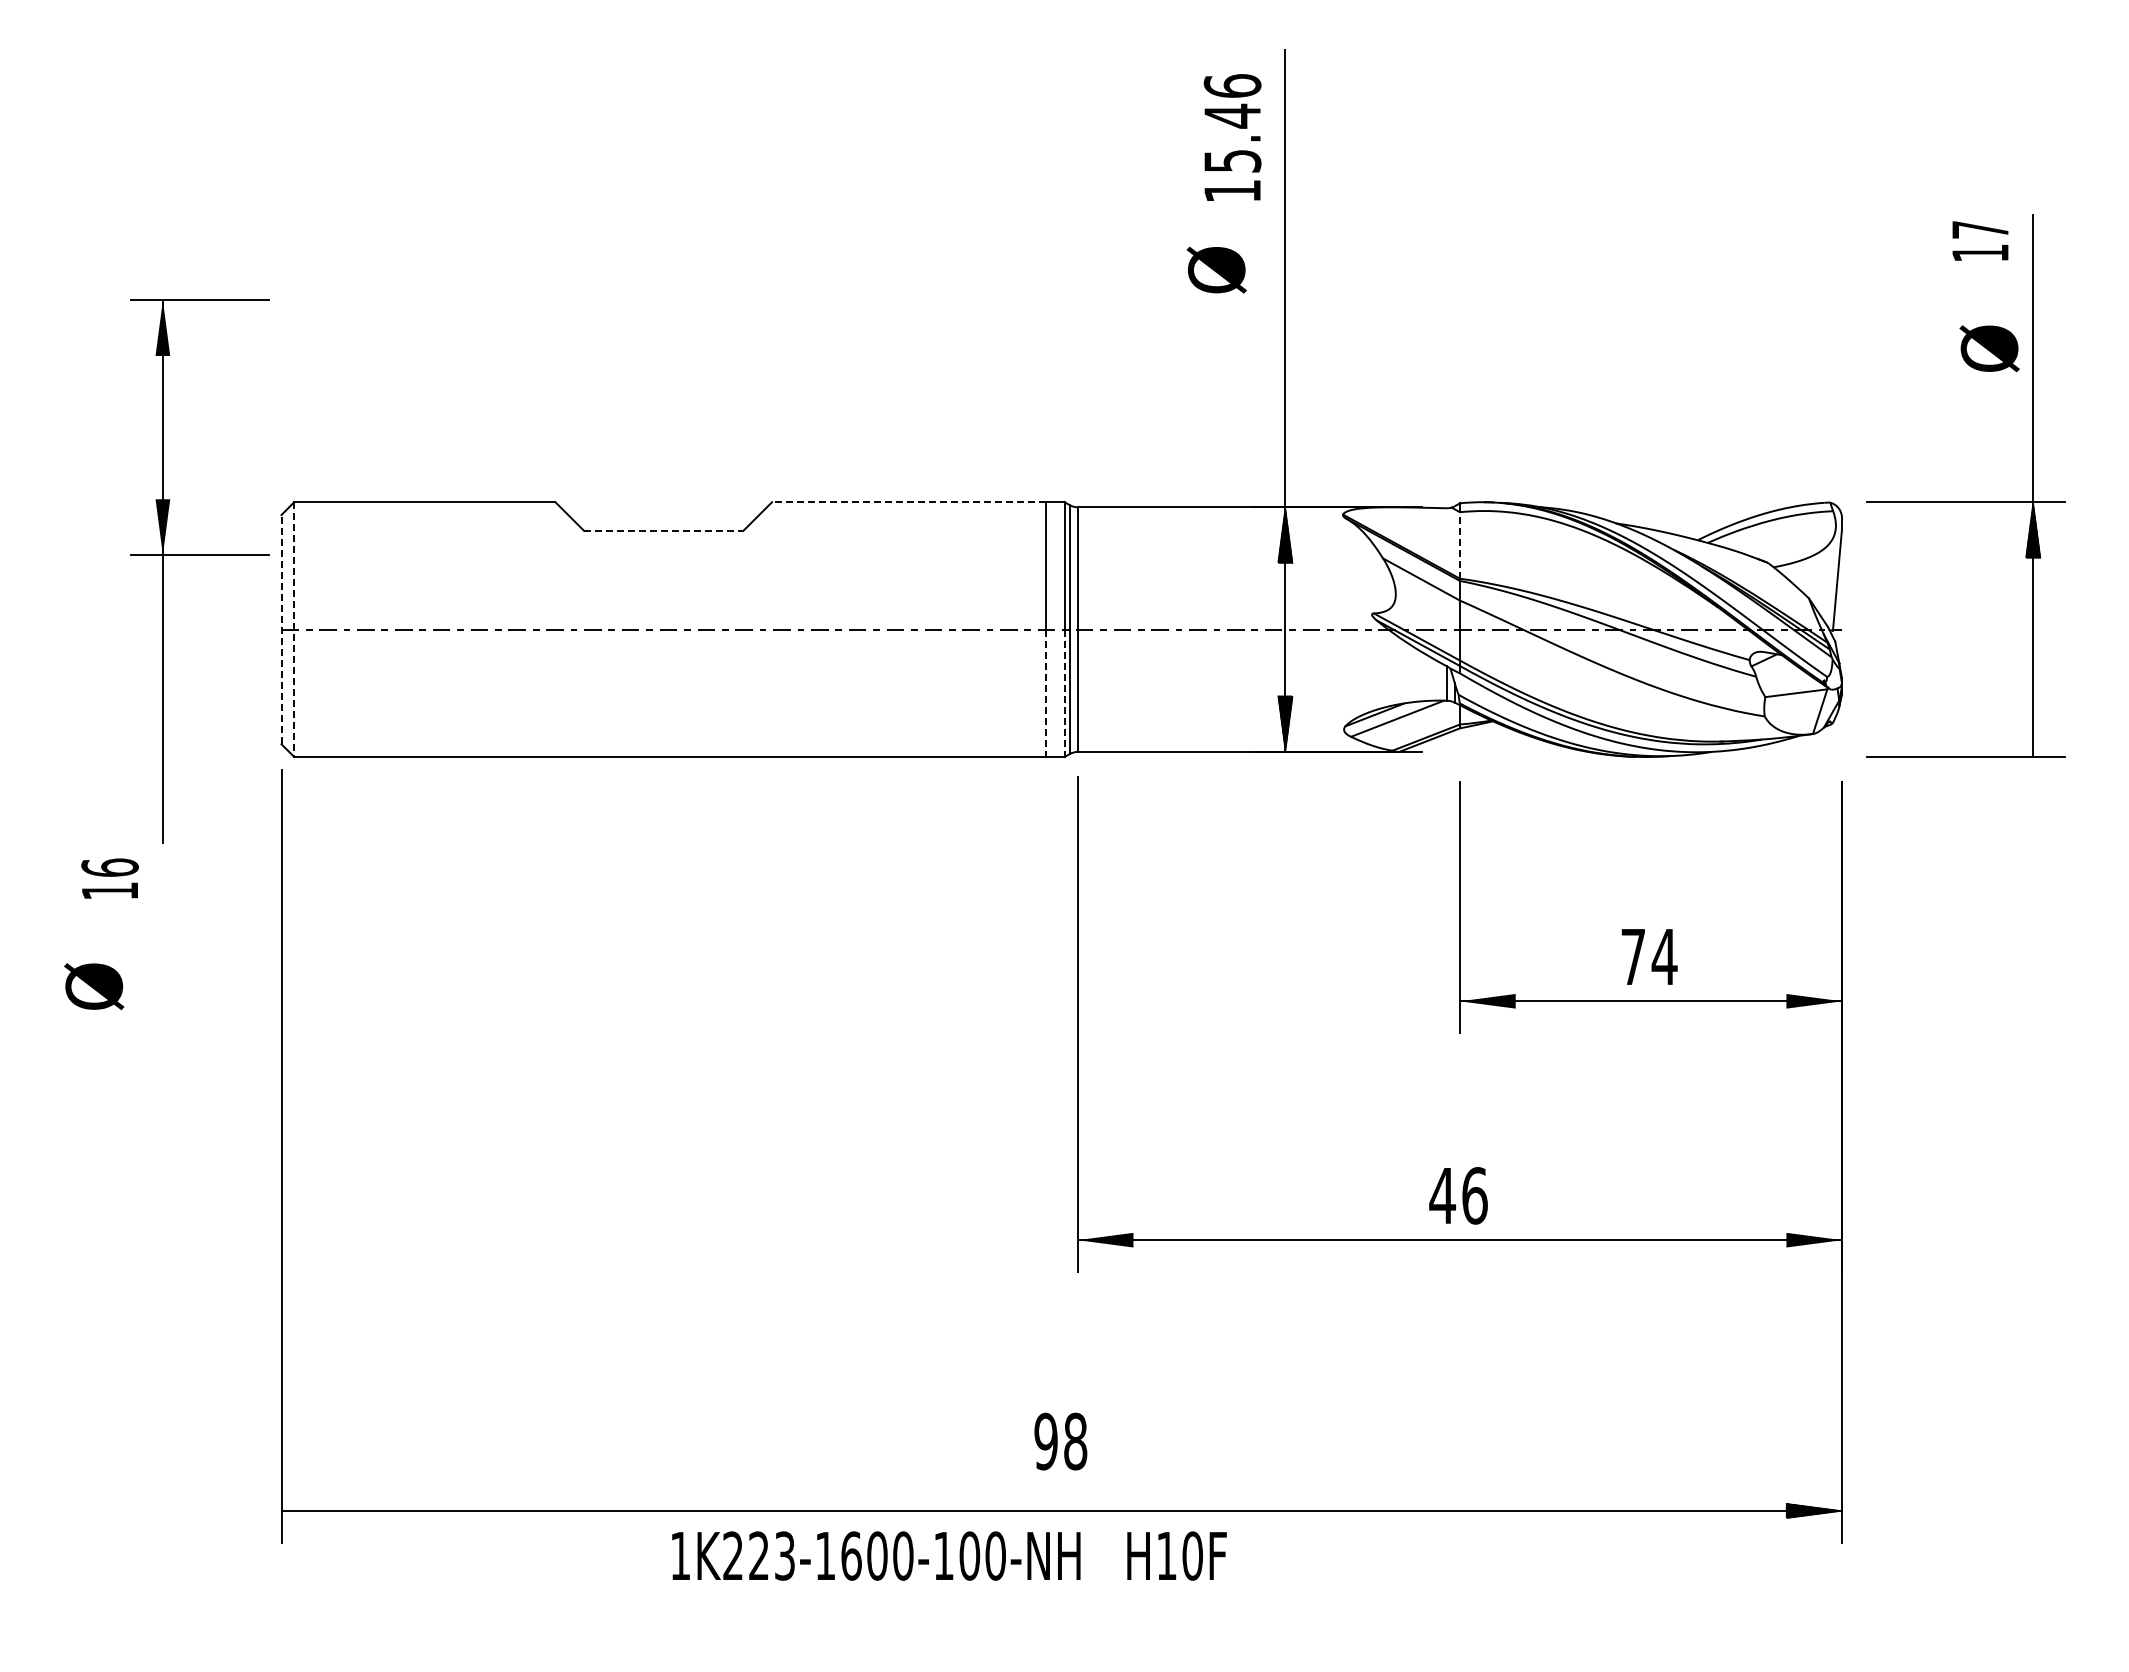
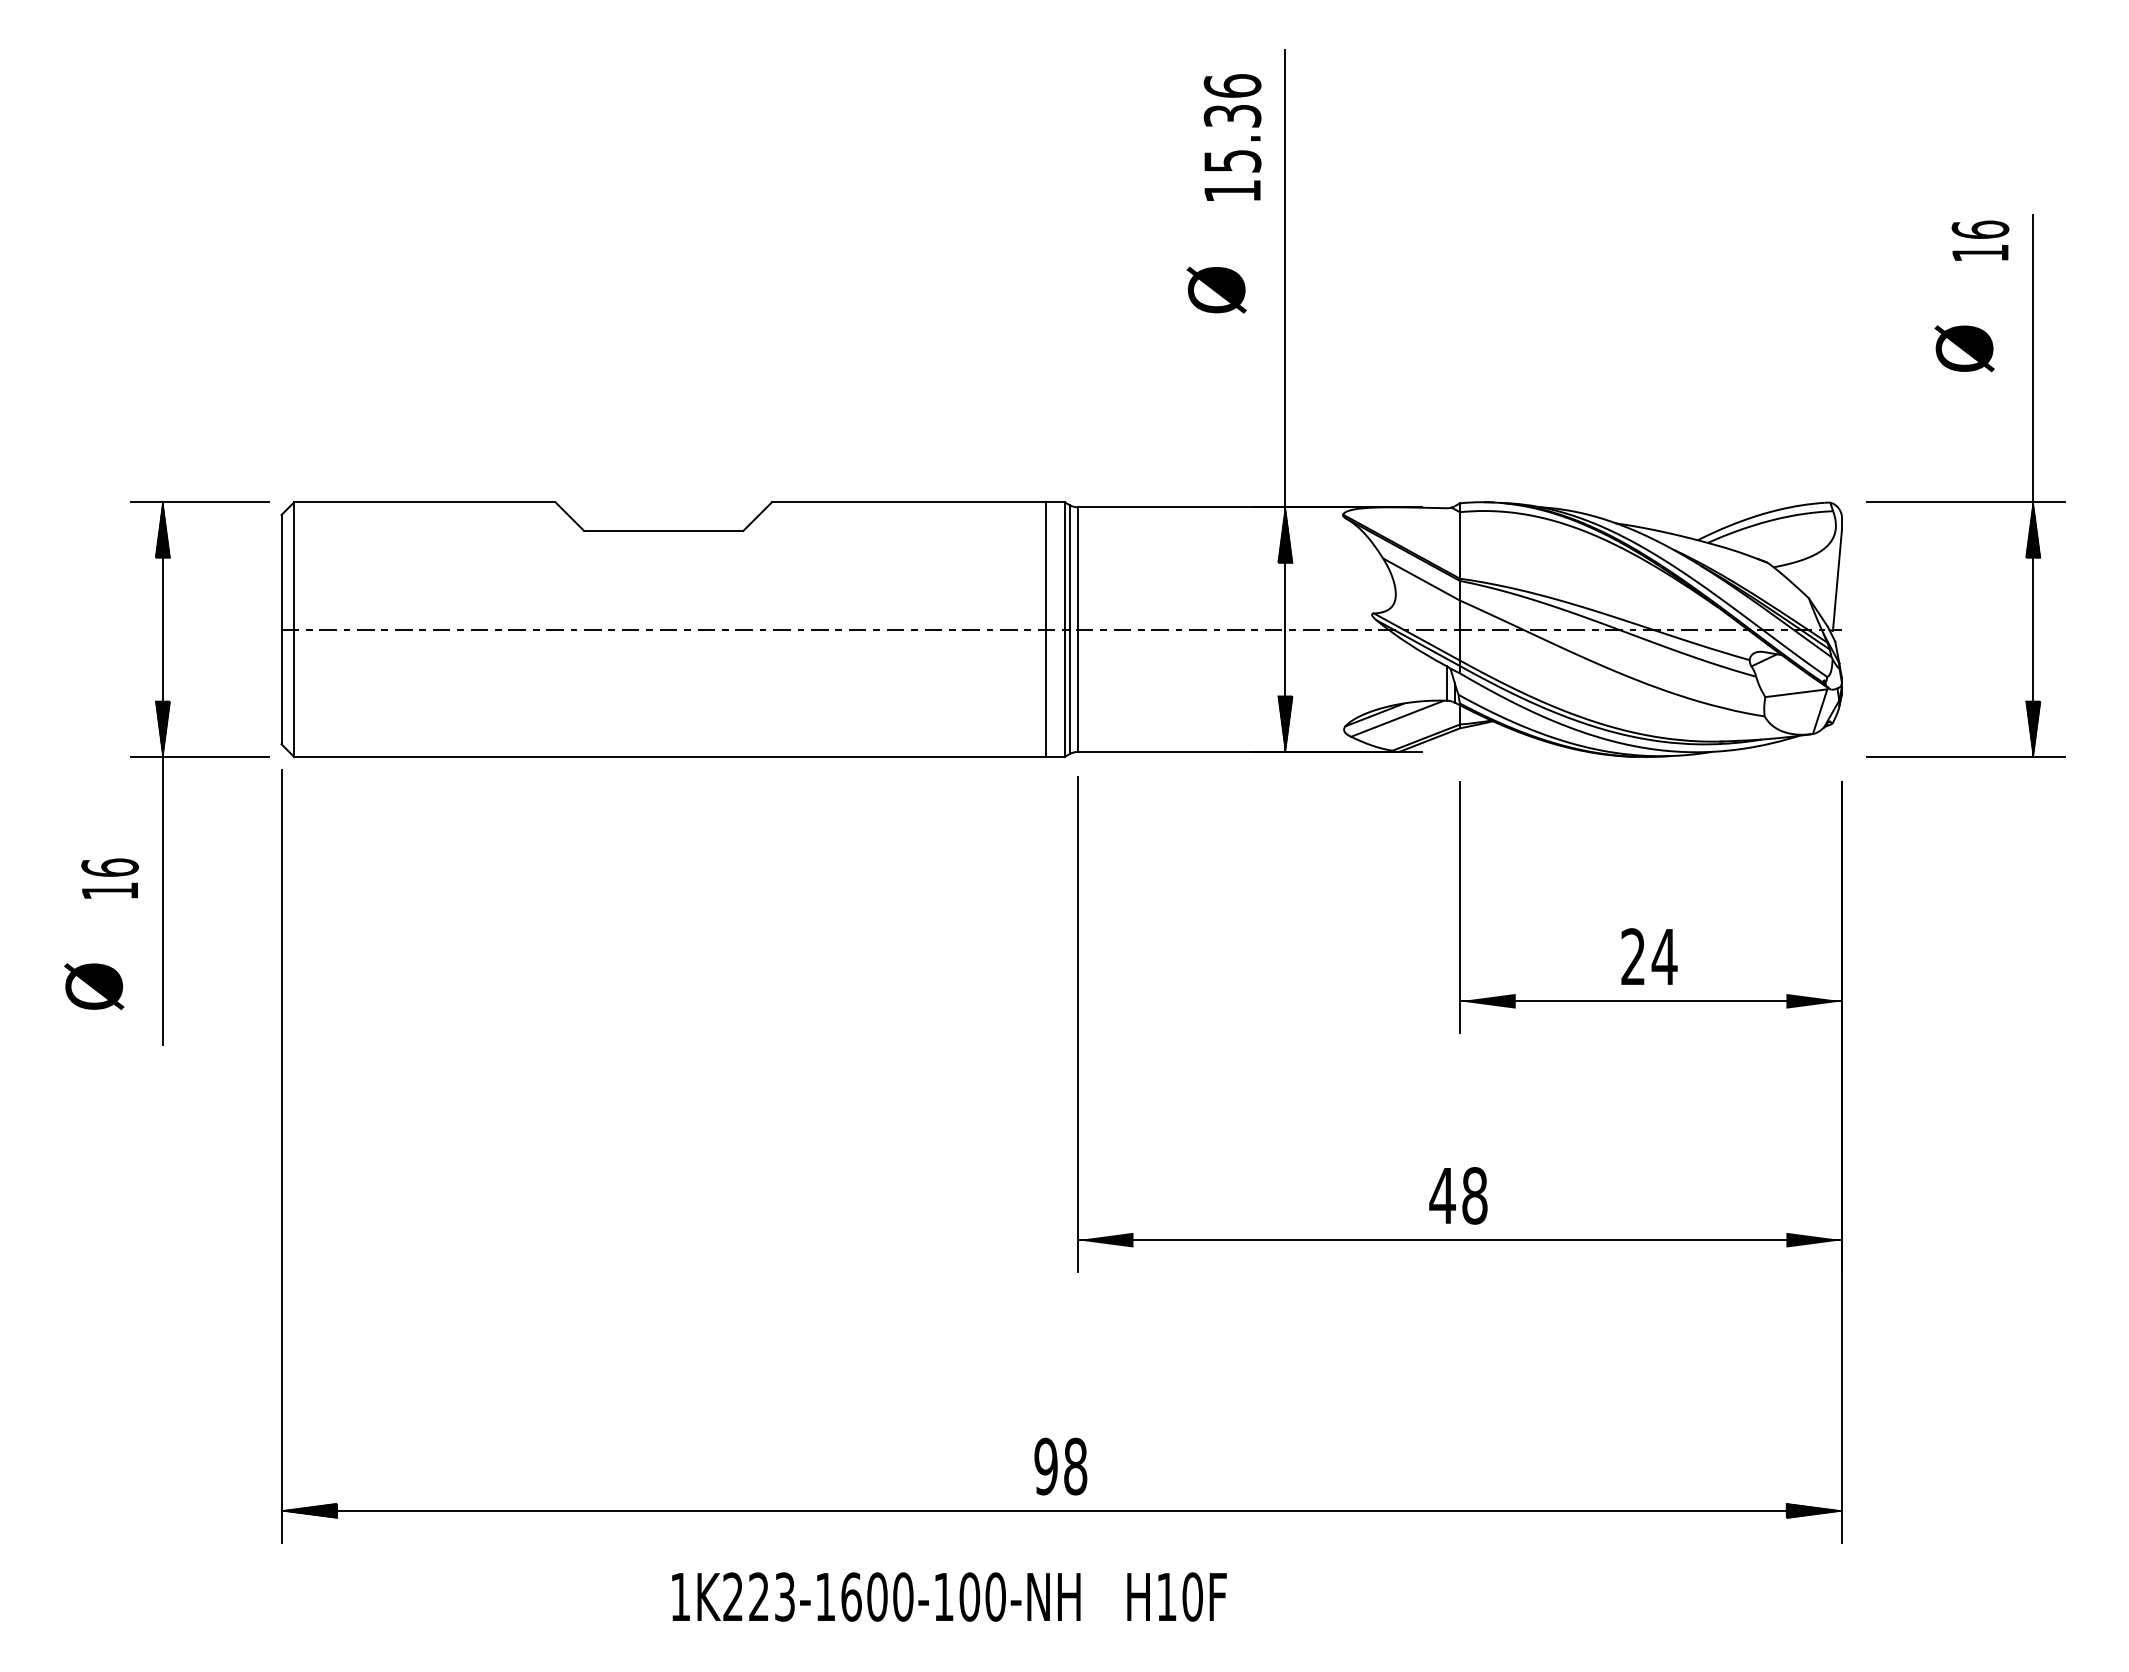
text at (1232, 115): 15.46 -> 15.36
text at (1980, 229): 17 -> 16
text at (1216, 269) position: (1216, 269) -> (1216, 289)
text at (1989, 348) position: (1989, 348) -> (1964, 348)
line at (908, 502): dashed -> solid
line at (663, 530): dashed -> solid
line at (1459, 544): dashed -> solid
part at (199, 555) position: (199, 555) -> (199, 757)
line at (281, 629): dashed -> solid
line at (294, 630): dashed -> solid
line at (1045, 693): dashed -> solid
line at (1064, 693): dashed -> solid
hatch at (2032, 728): none -> present
text at (1632, 956): 74 -> 24
text at (1474, 1195): 46 -> 48
text at (1060, 1441) position: (1060, 1441) -> (1060, 1466)
hatch at (309, 1510): none -> present
text at (949, 1555) position: (949, 1555) -> (949, 1596)
